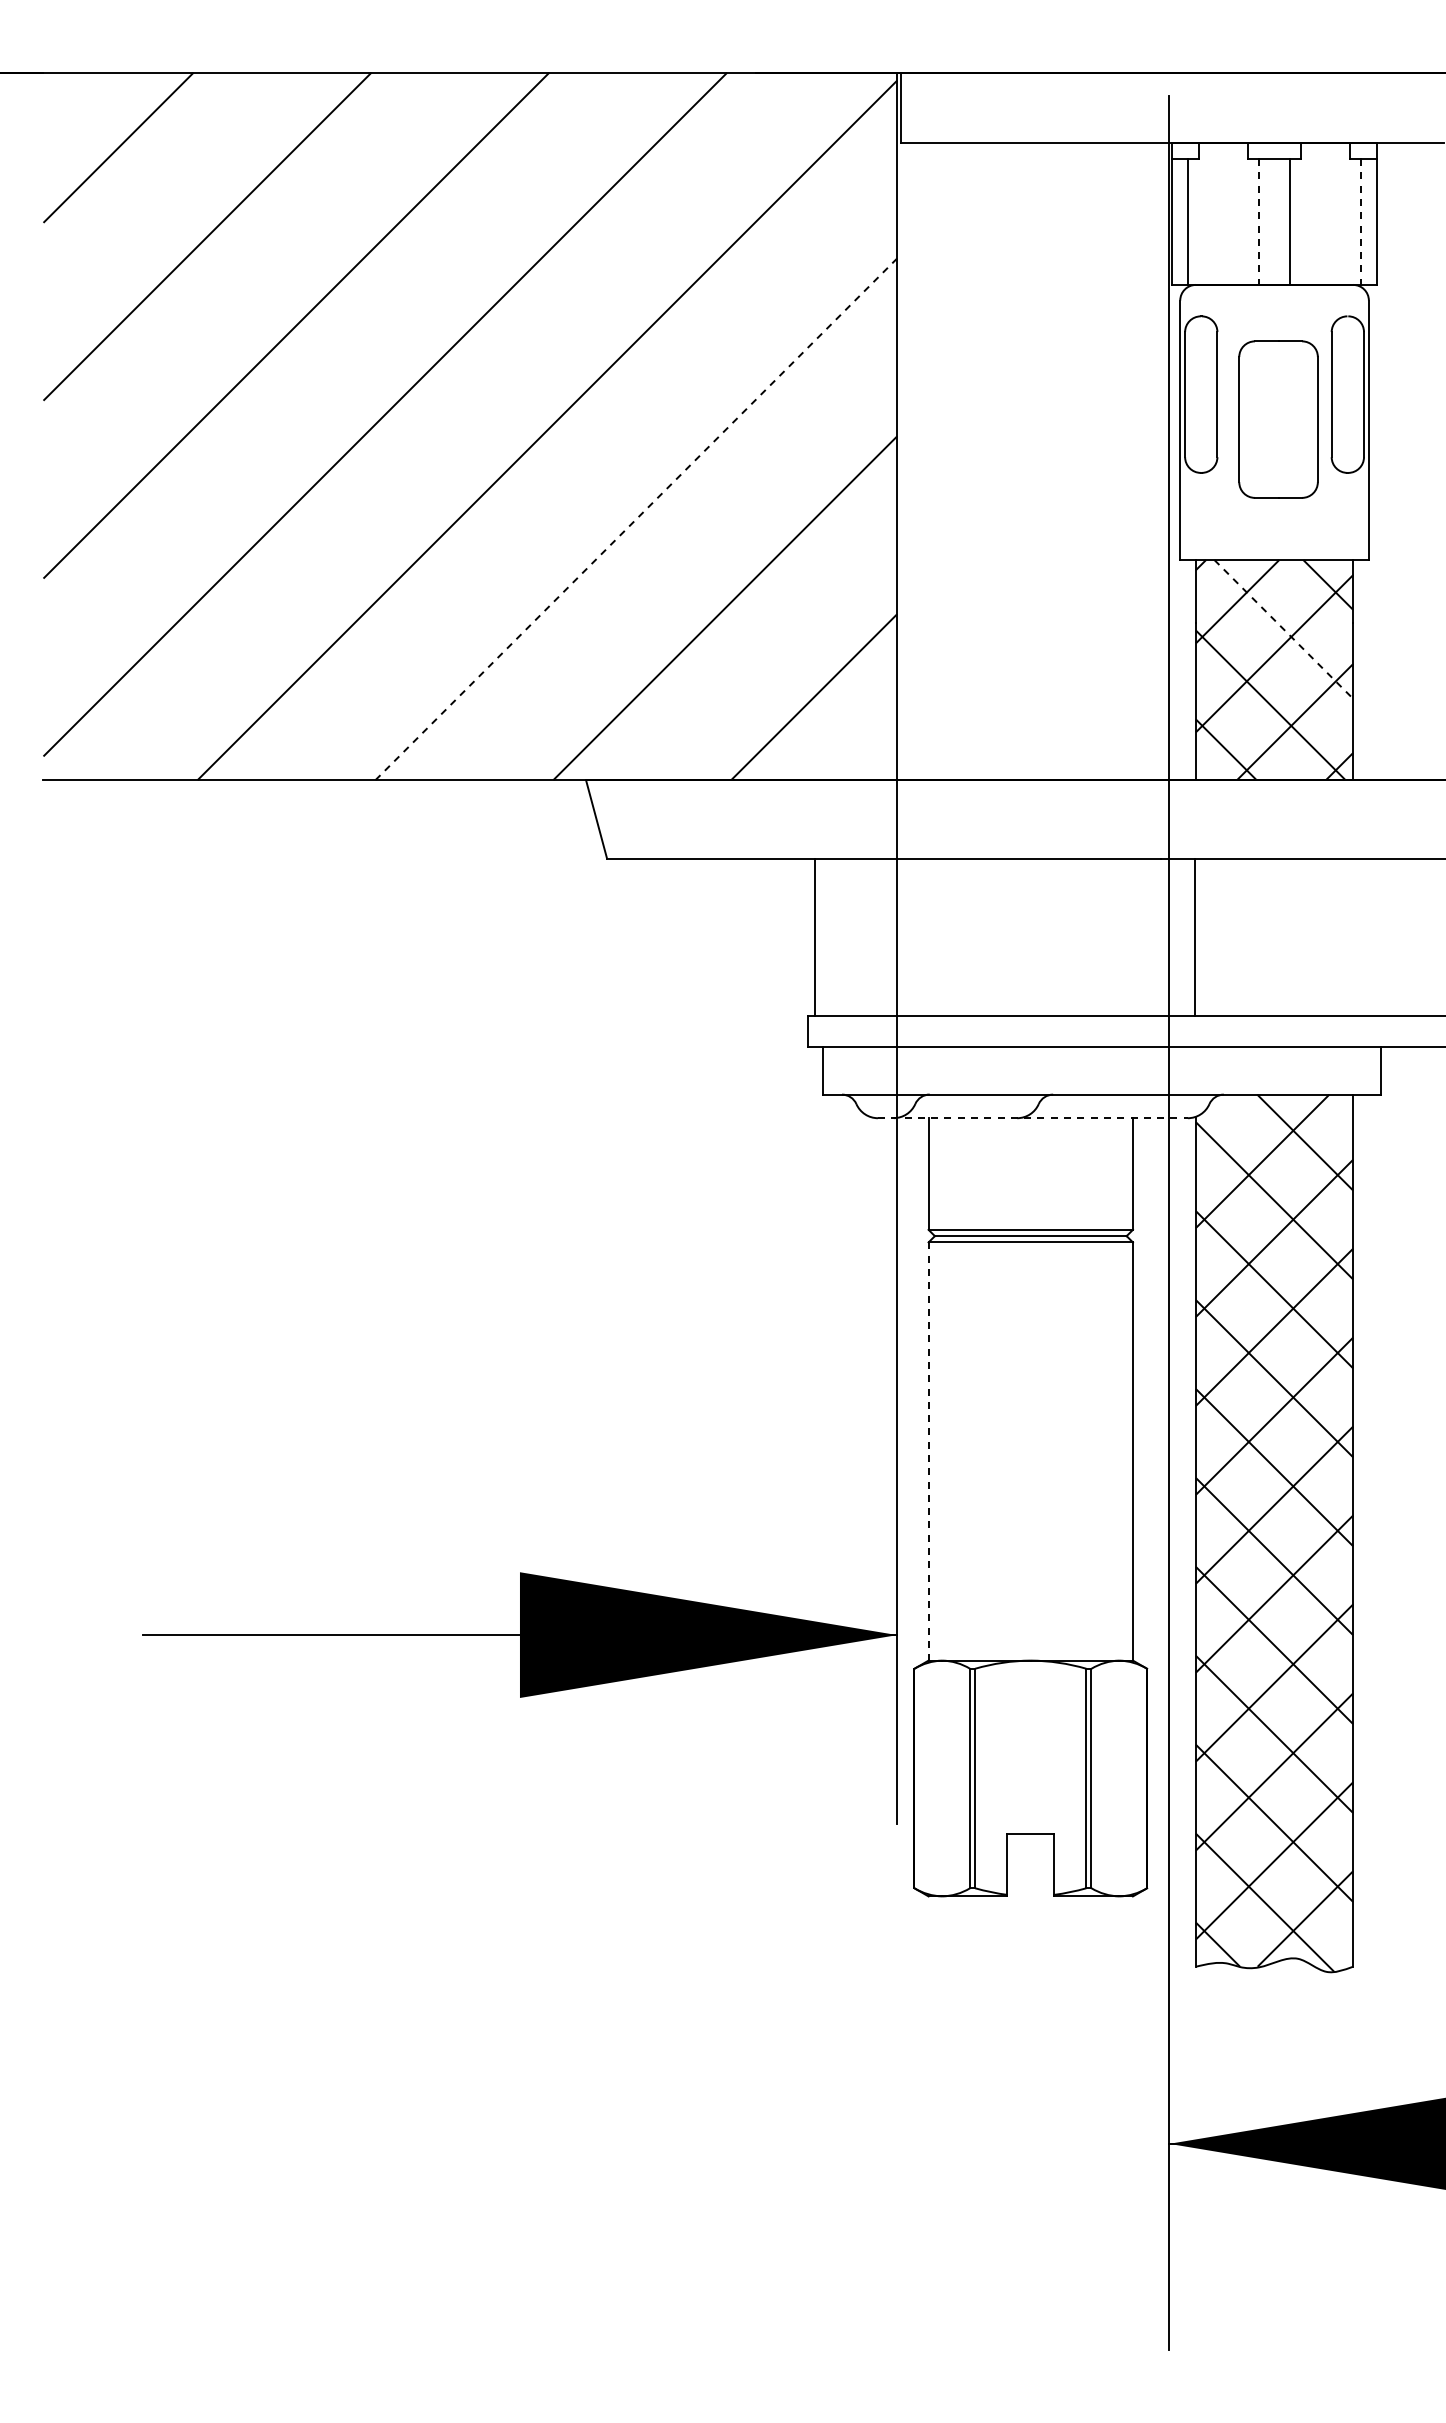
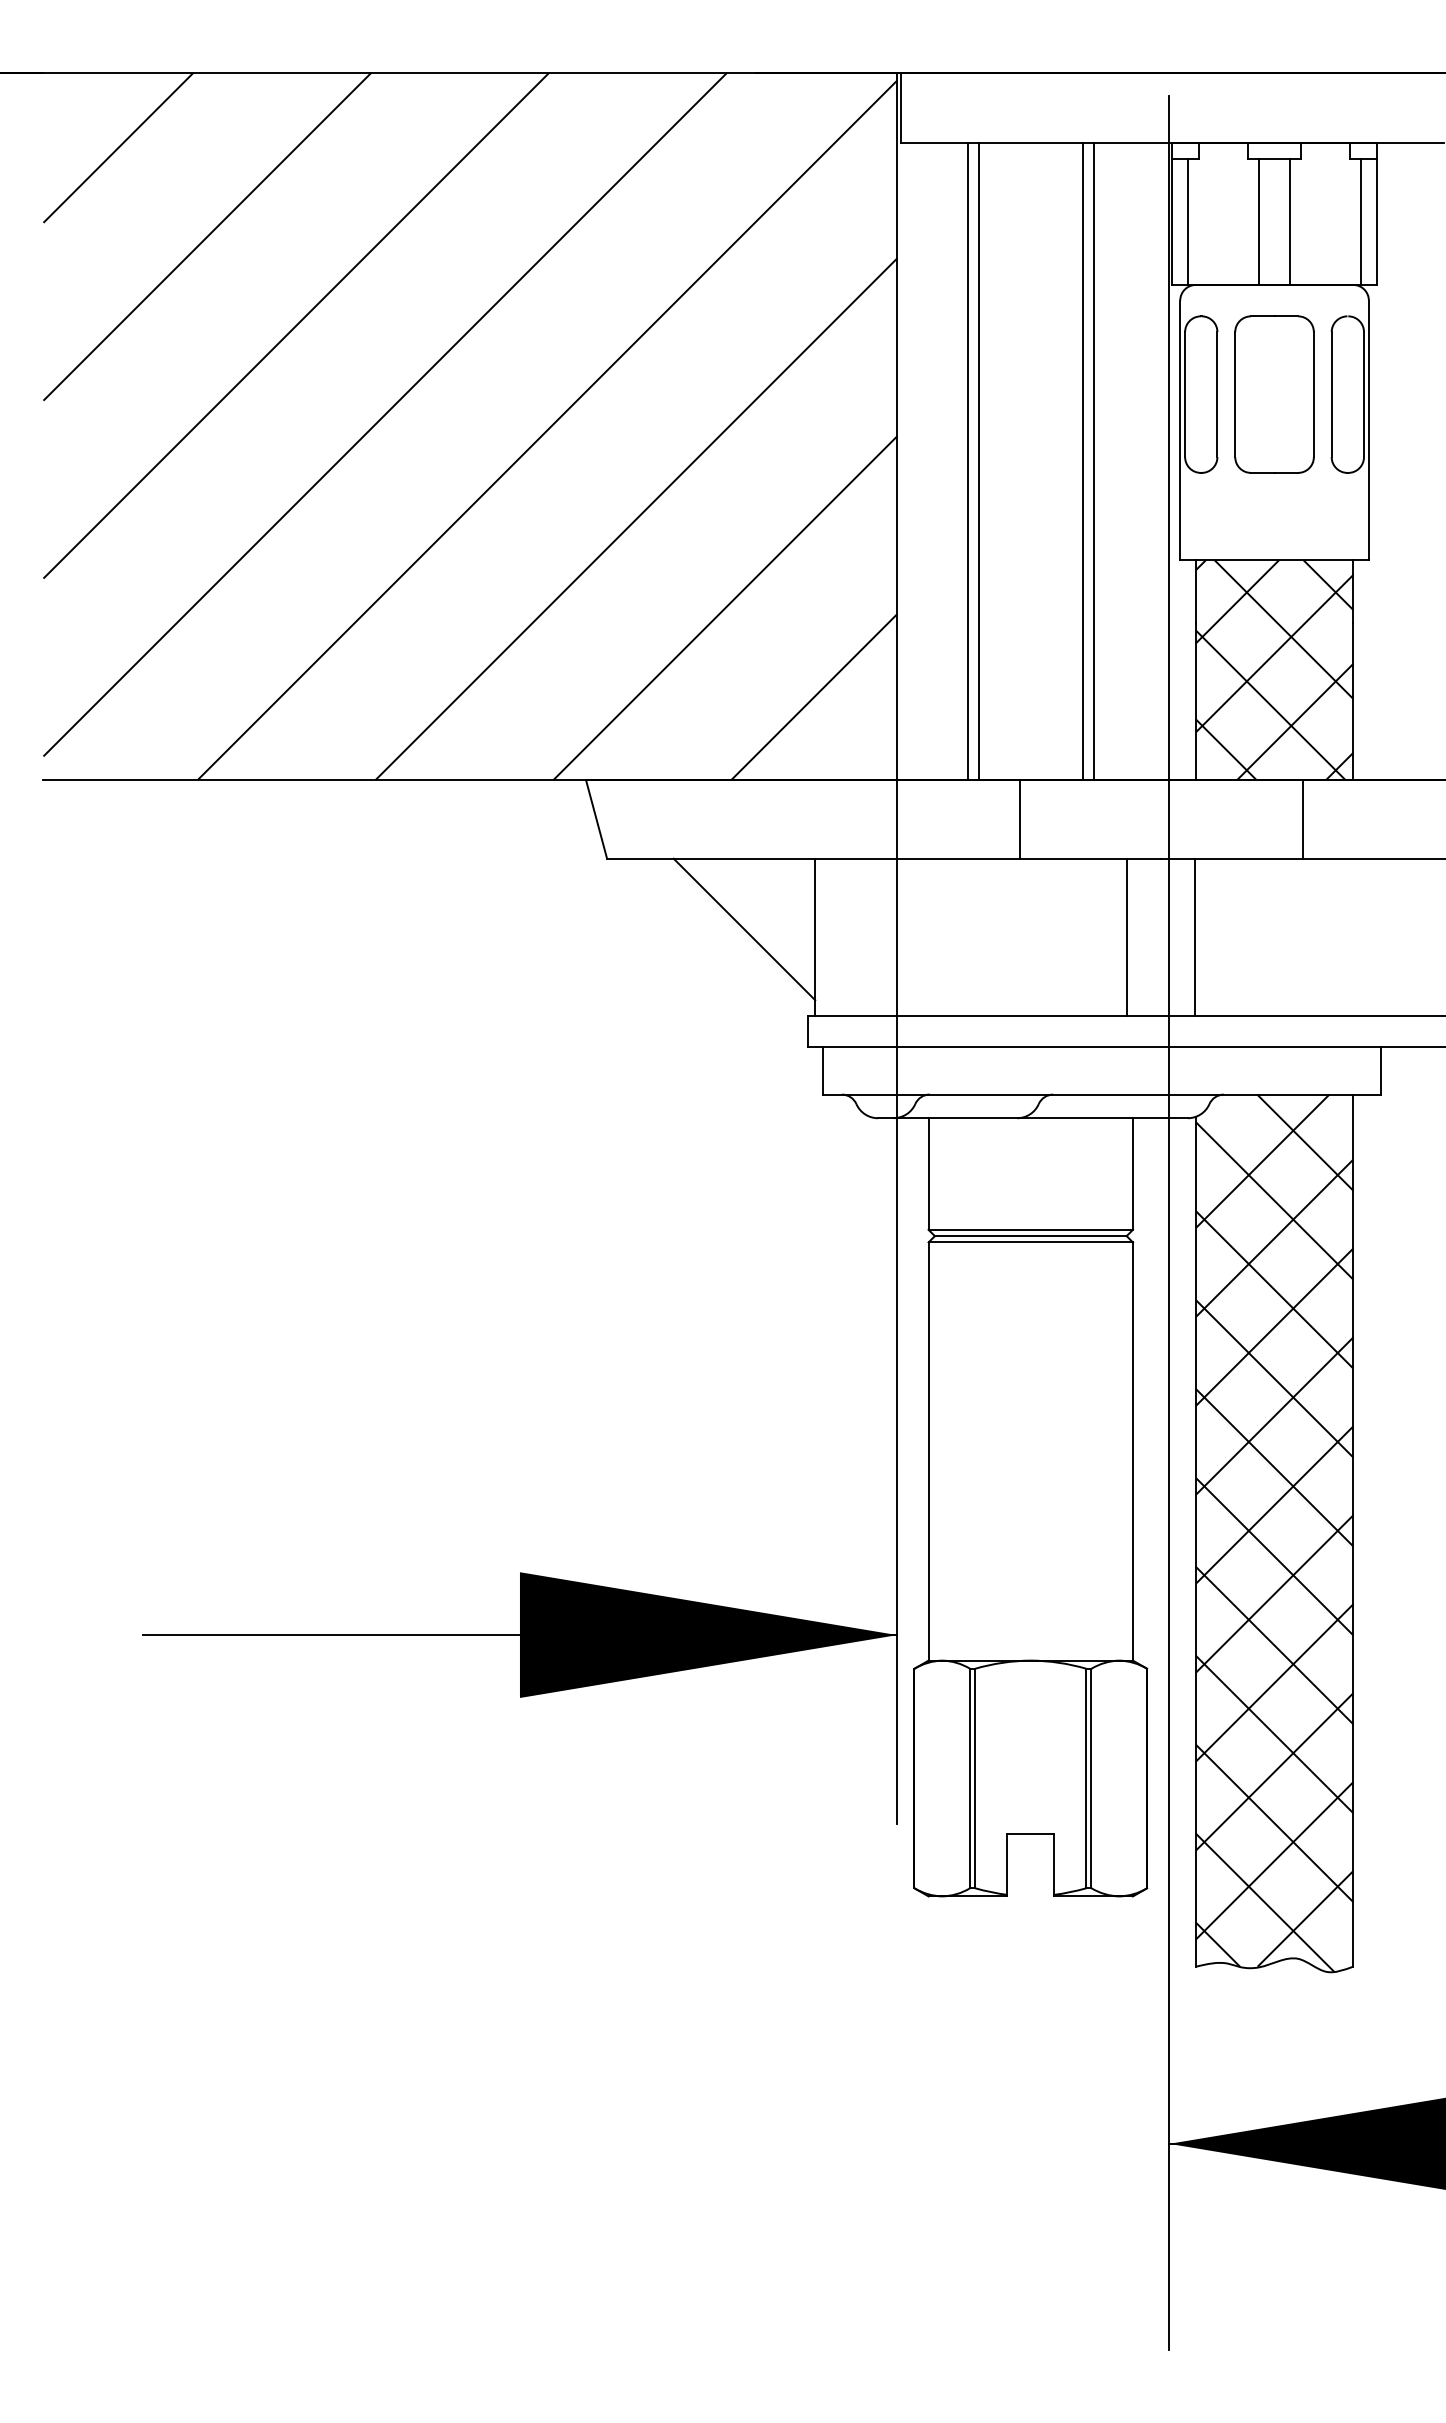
line at (1258, 222): dashed -> solid
line at (1361, 222): dashed -> solid
part at (1278, 419) position: (1278, 419) -> (1274, 394)
line at (967, 461): none -> present
line at (979, 461): none -> present
line at (1082, 461): none -> present
line at (1093, 461): none -> present
line at (636, 519): dashed -> solid
line at (1284, 629): dashed -> solid
line at (1019, 819): none -> present
line at (1302, 819): none -> present
line at (744, 929): none -> present
line at (1127, 936): none -> present
line at (1032, 1118): dashed -> solid
line at (928, 1452): dashed -> solid
